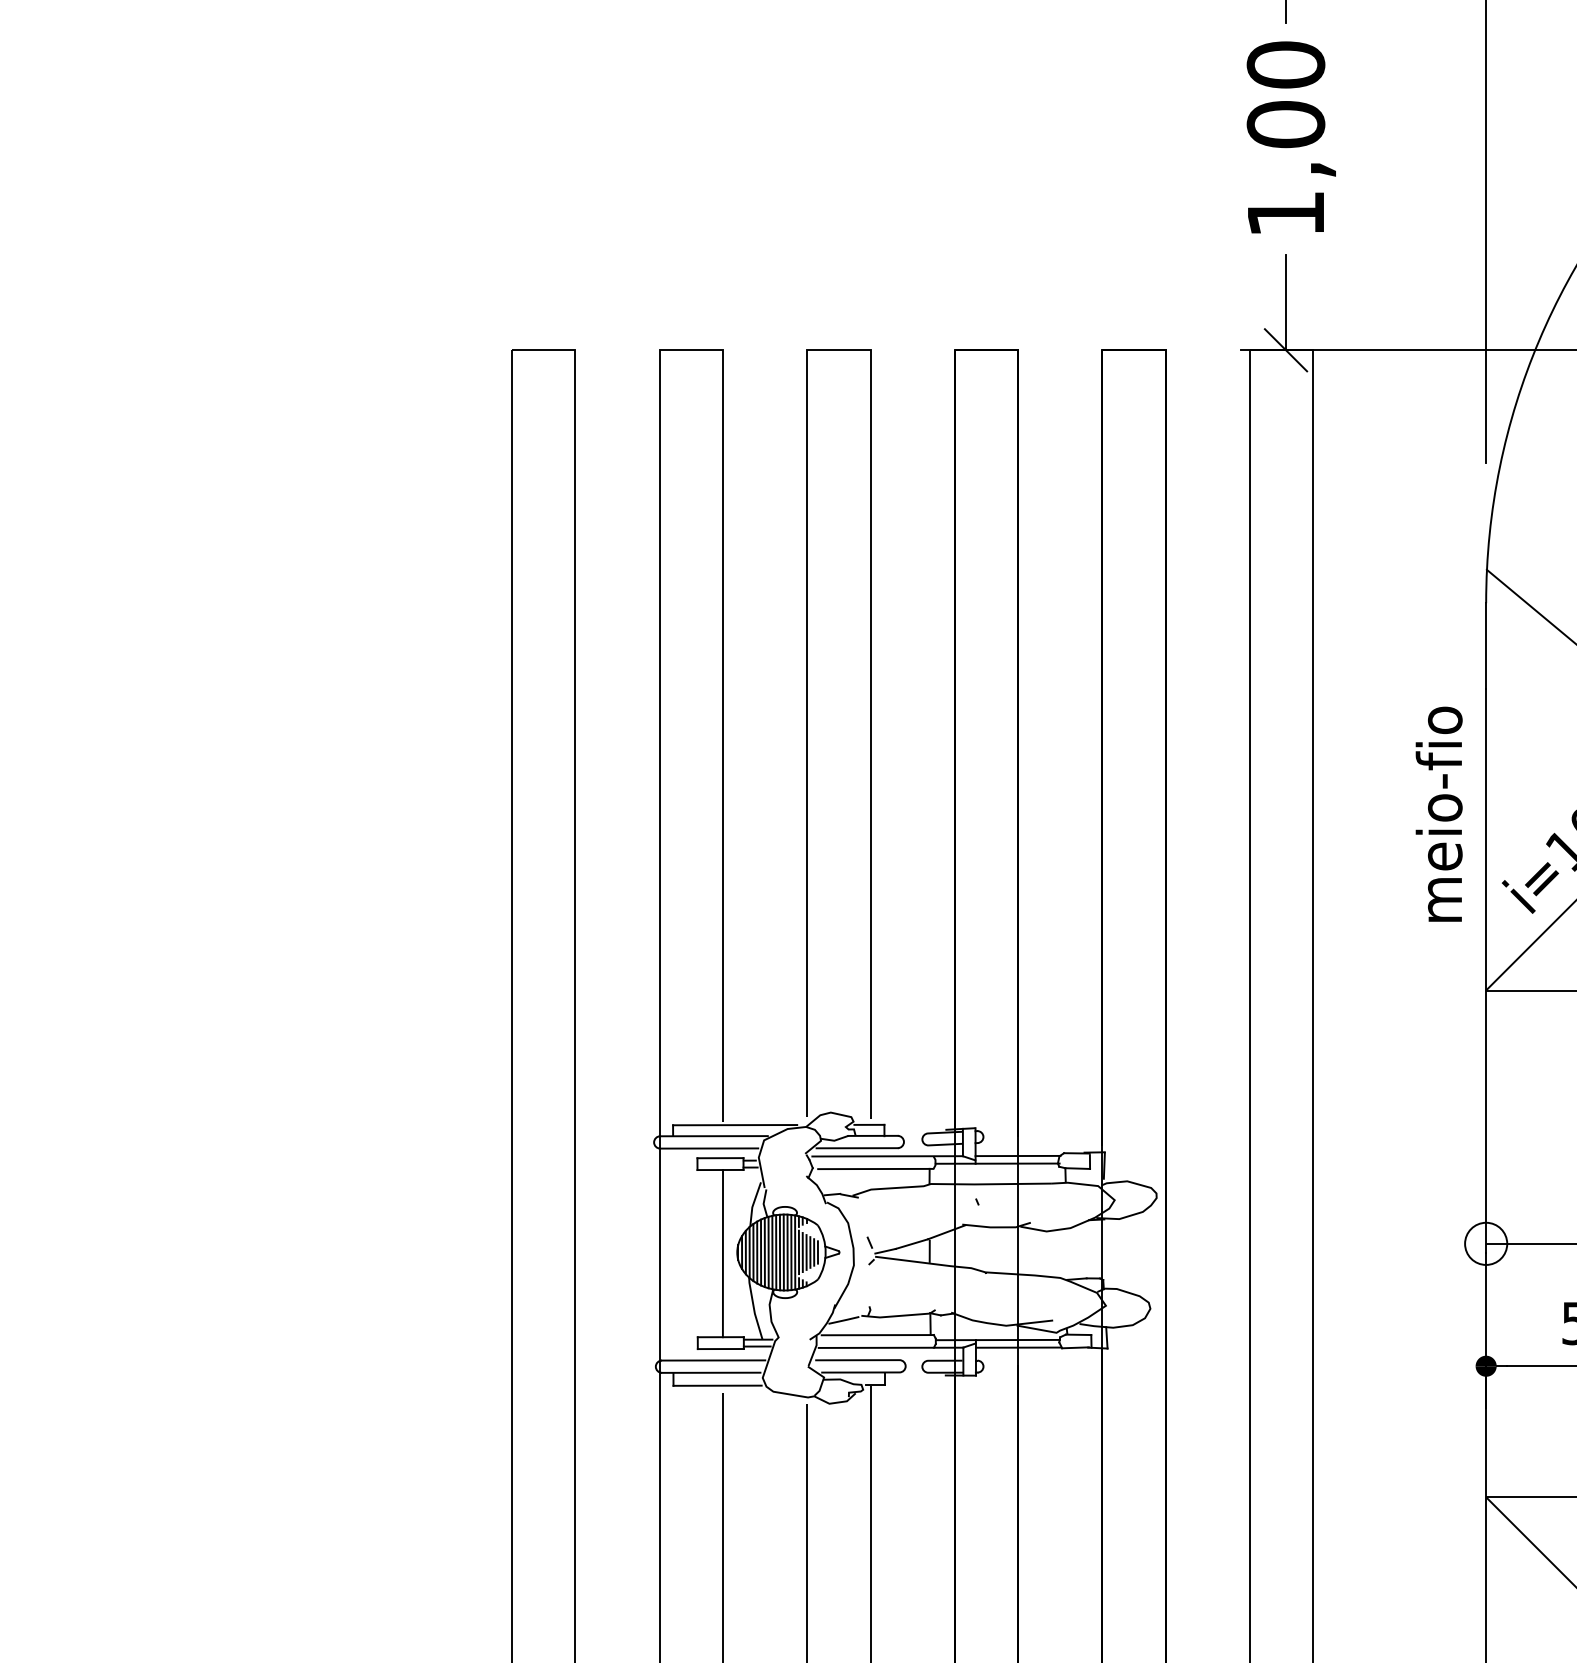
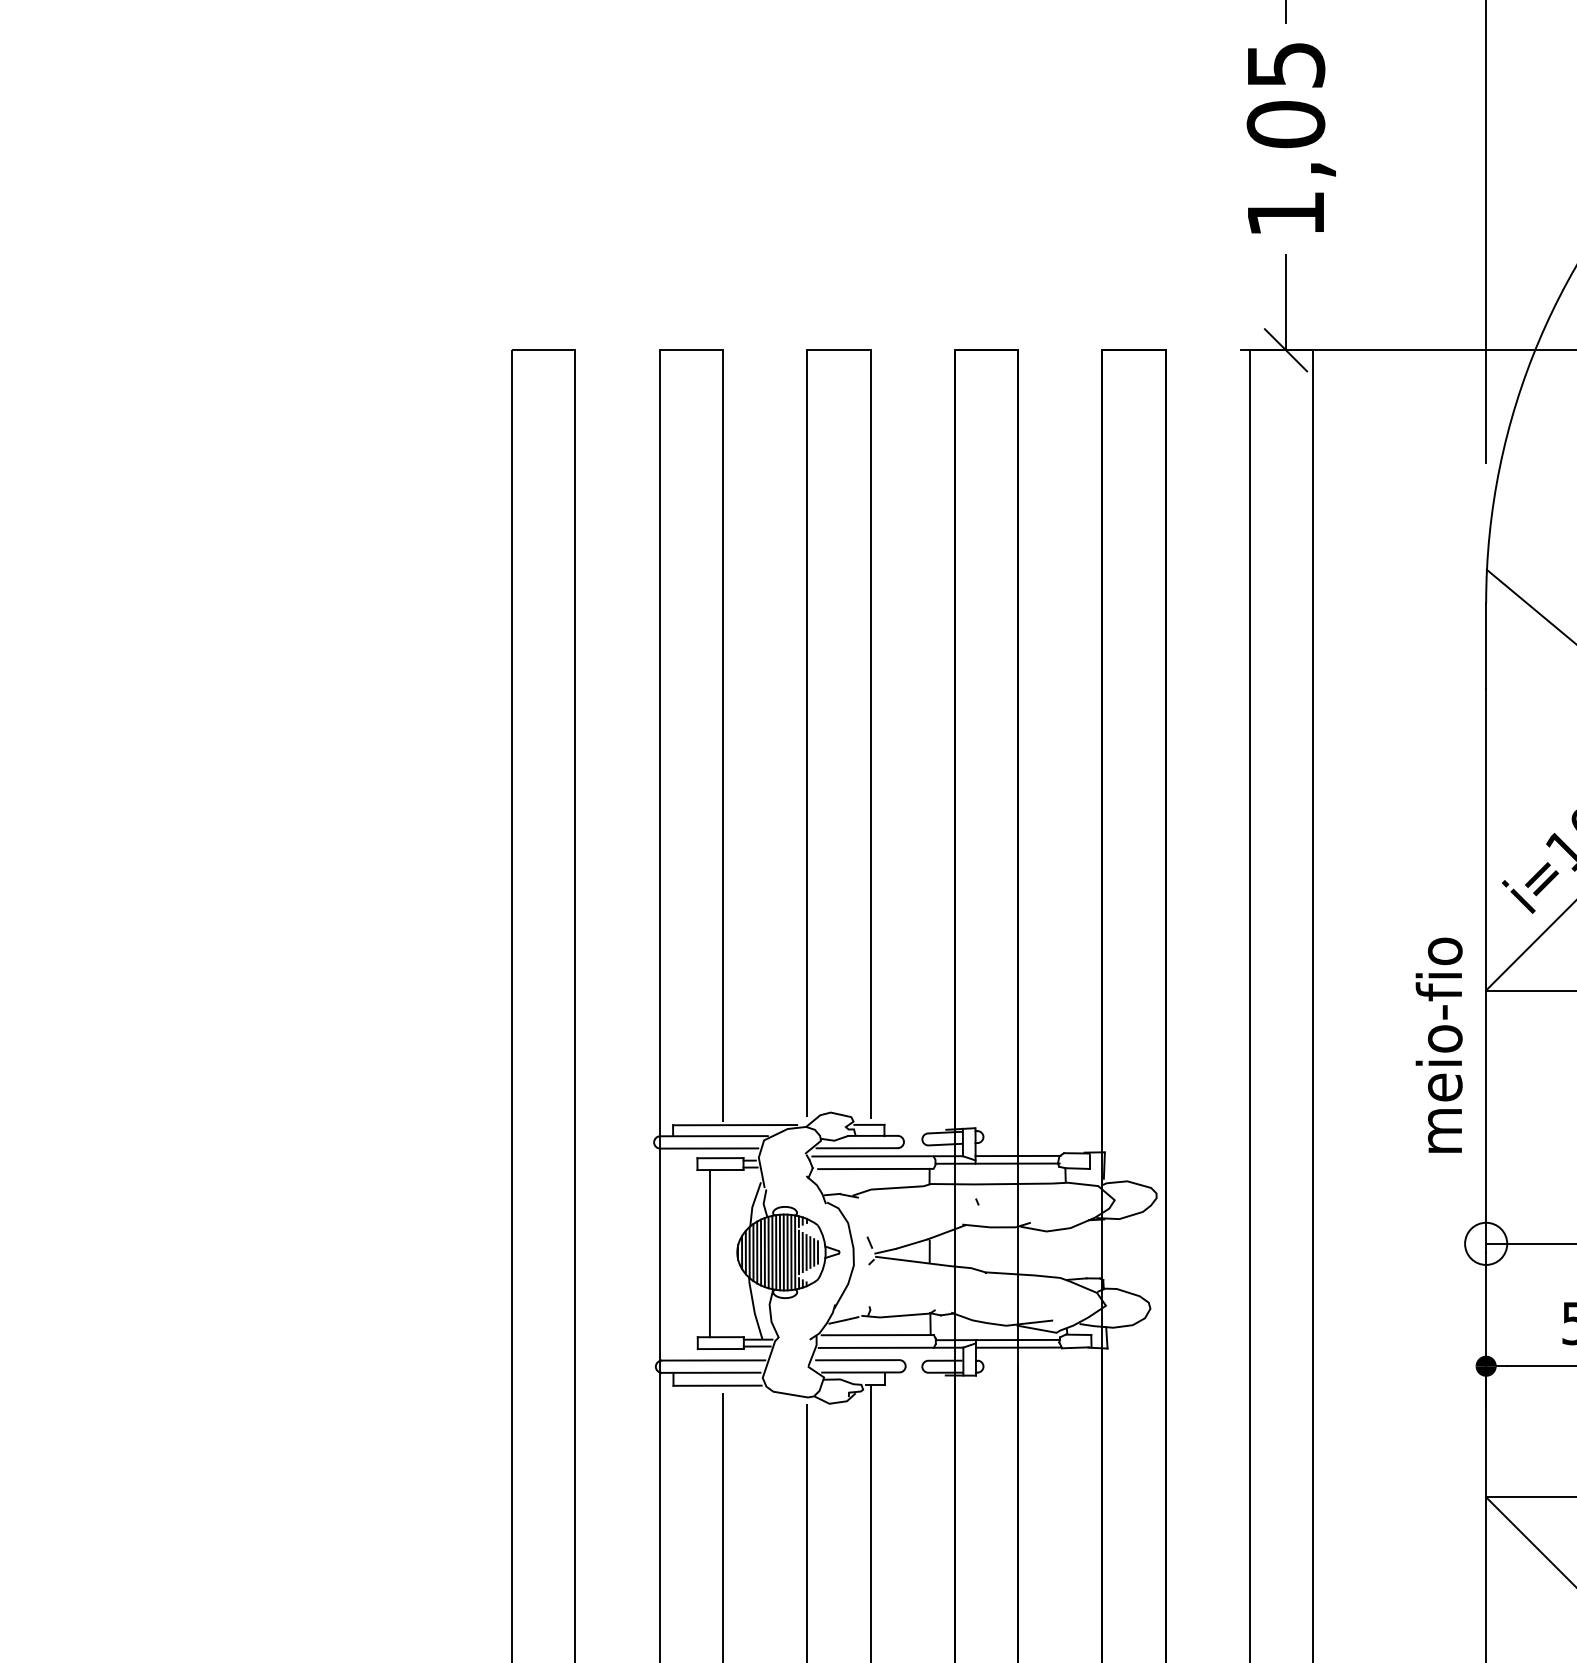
text at (1285, 64): 1,00 -> 1,05
text at (1438, 813) position: (1438, 813) -> (1438, 1044)
line at (722, 1253) position: (722, 1253) -> (709, 1253)
